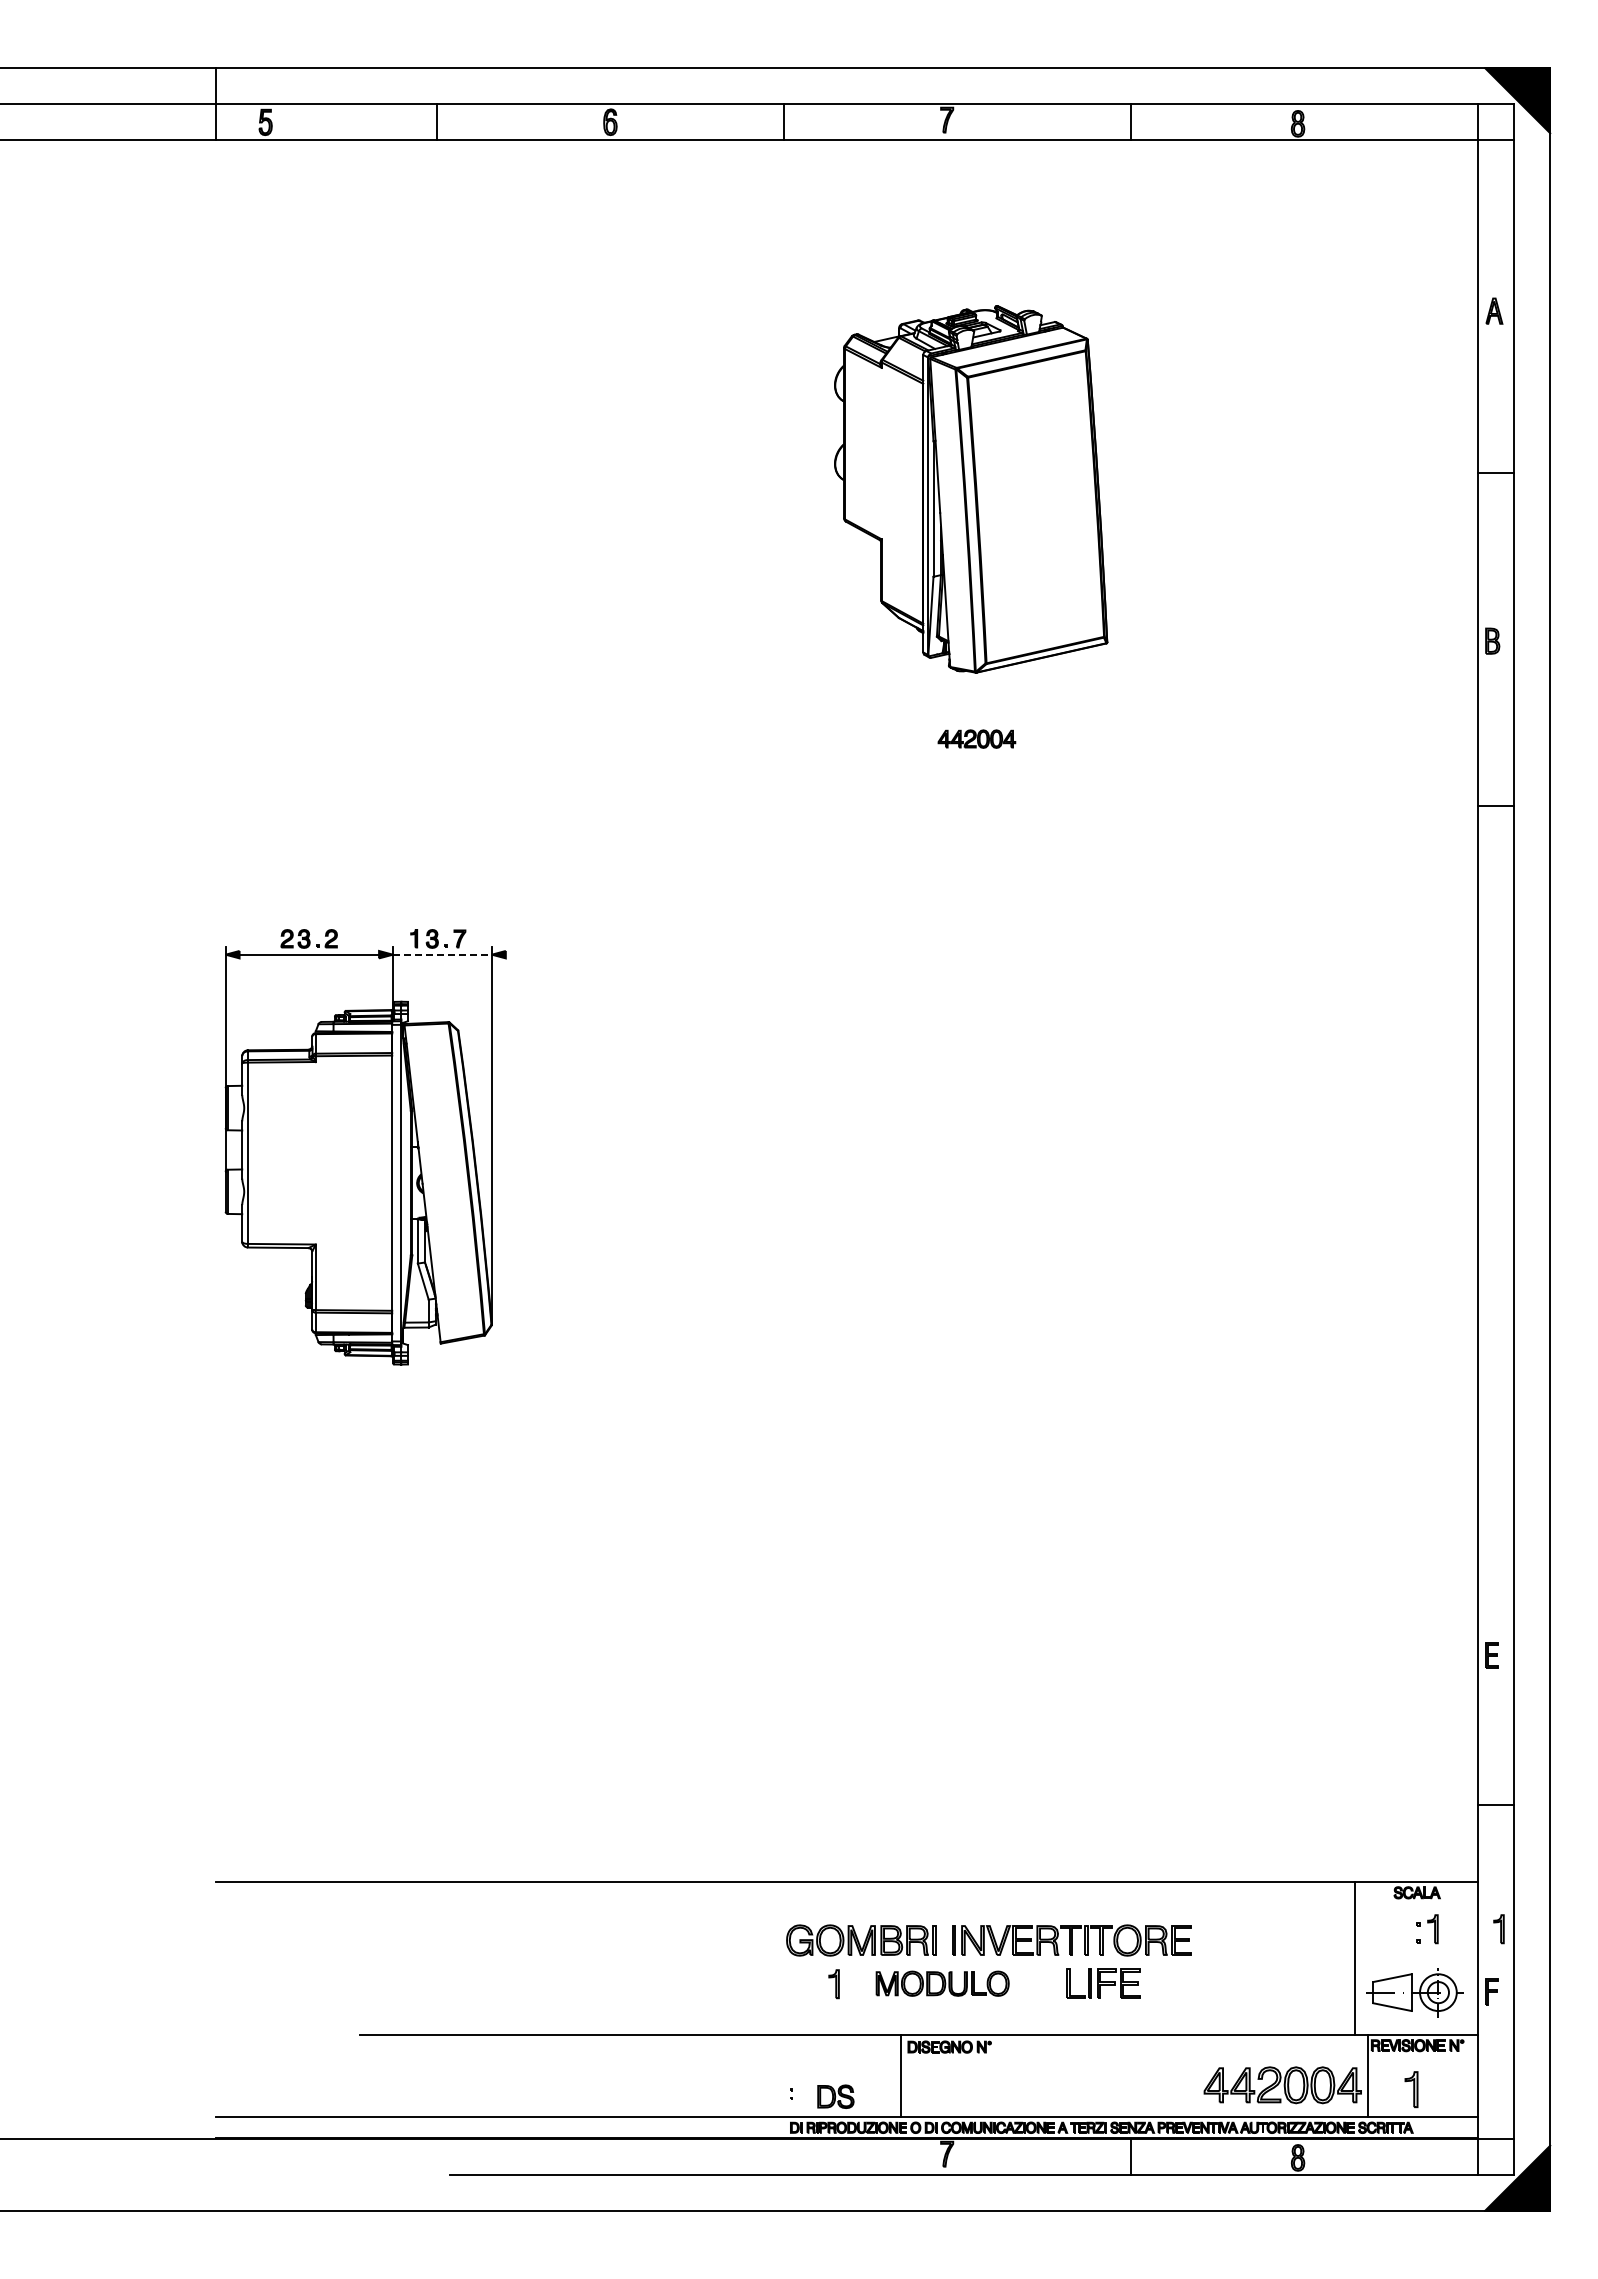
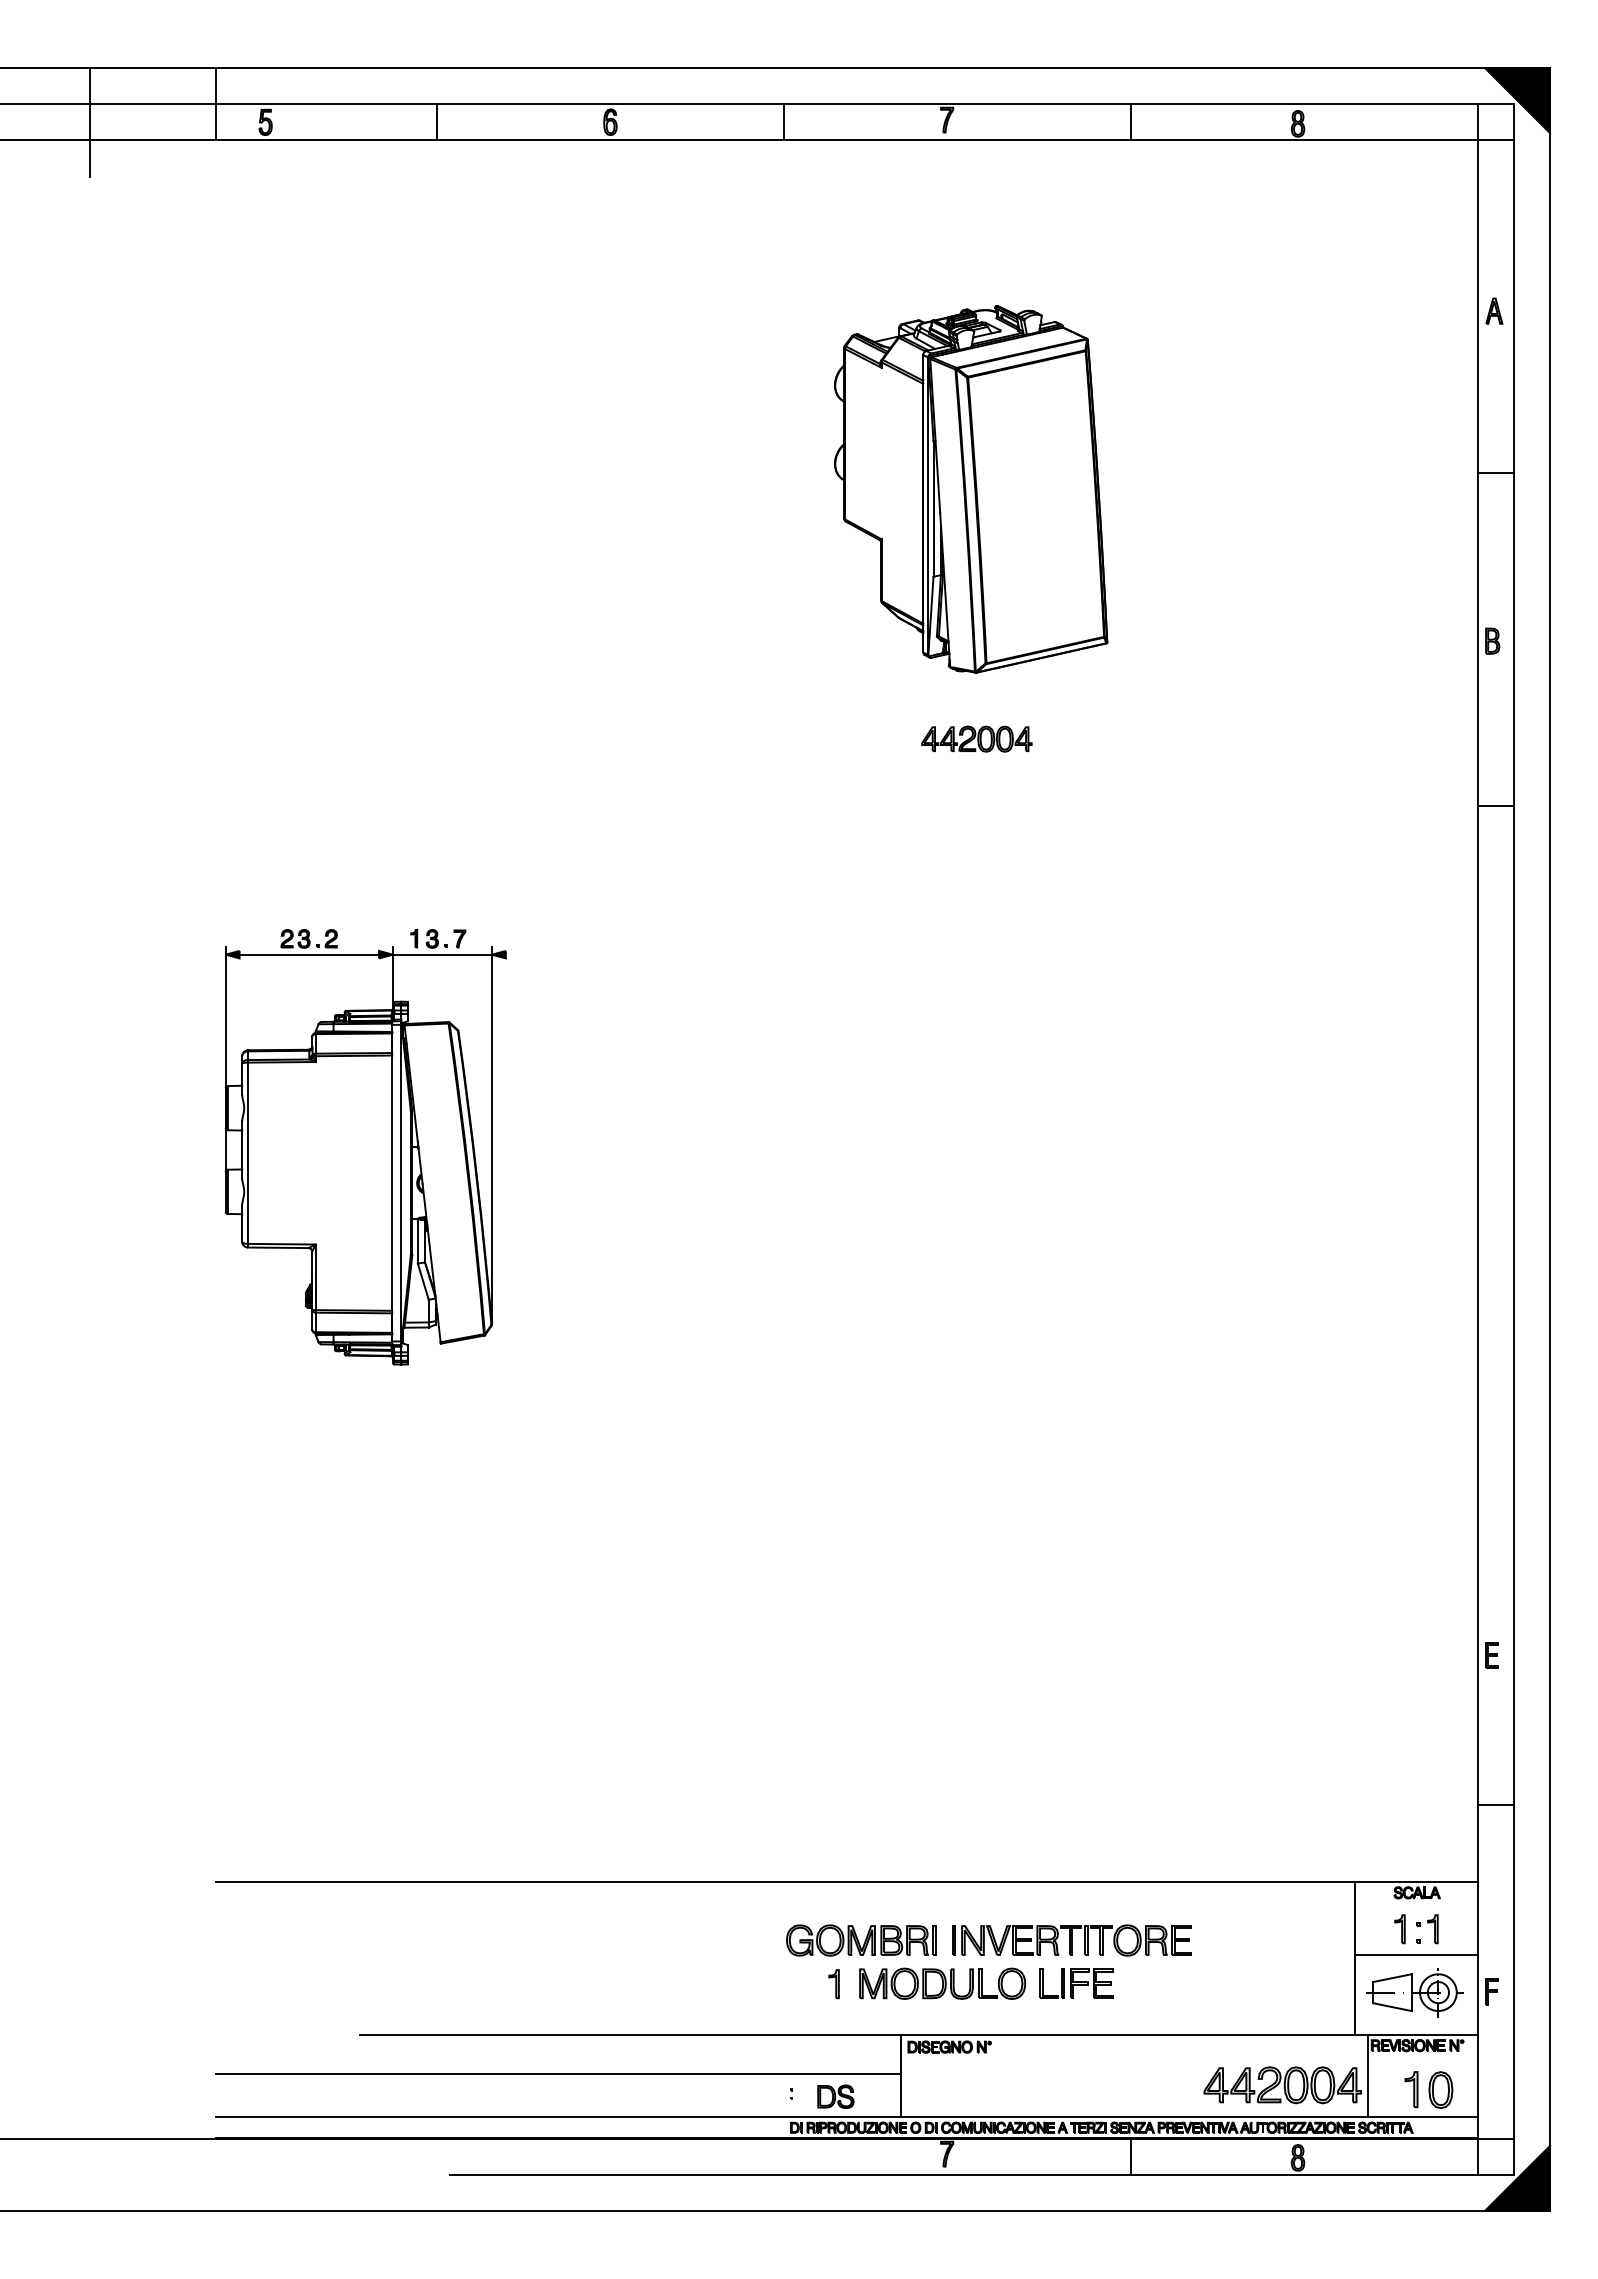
line at (89, 122): none -> present
part at (976, 738) size: 80x20 px -> 112x28 px
line at (442, 954): dashed -> solid
part at (1498, 1929) position: (1498, 1929) -> (1399, 1929)
line at (1416, 1955): none -> present
part at (942, 1983) size: 135x27 px -> 168x33 px
part at (1103, 1983) position: (1103, 1983) -> (1076, 1983)
line at (558, 2073): none -> present
part at (1440, 2089): none -> present
